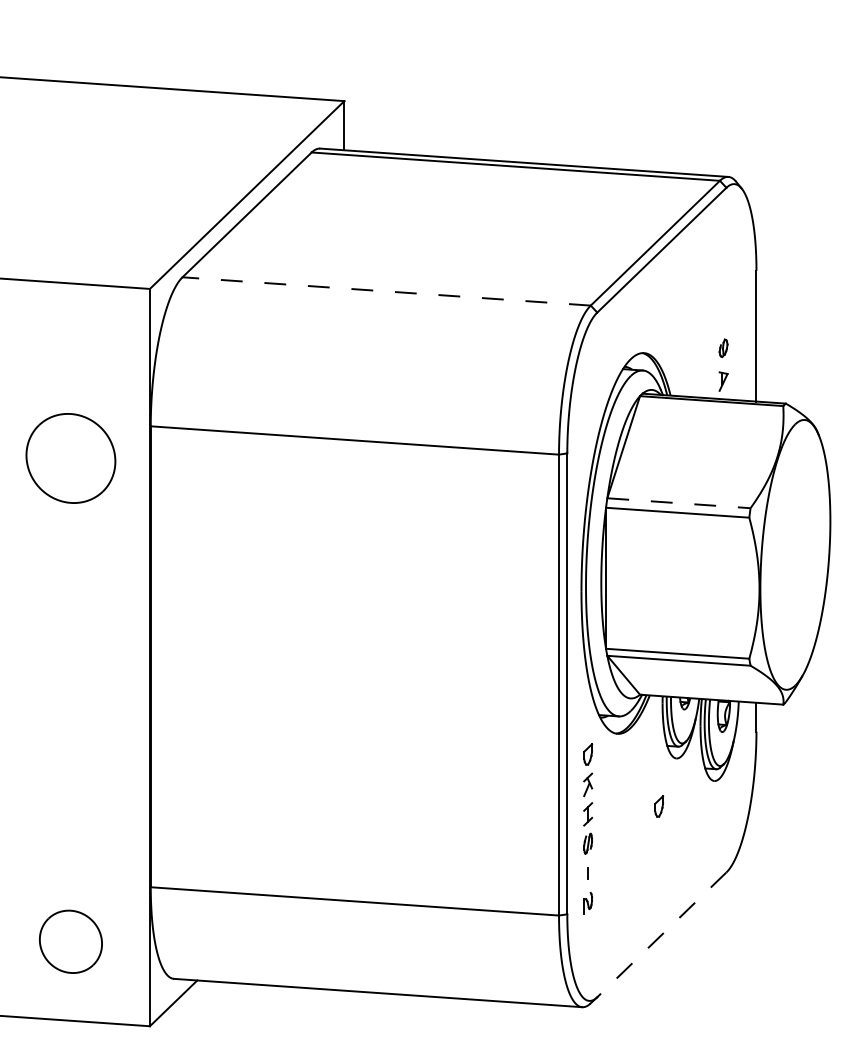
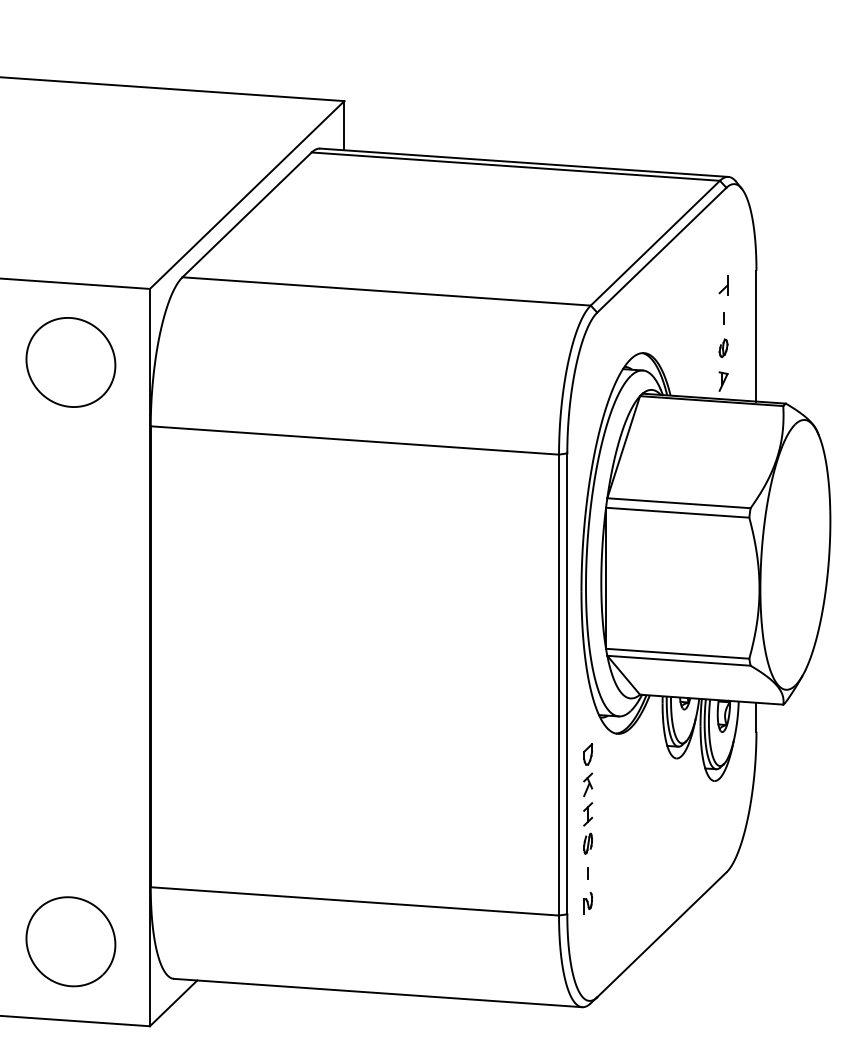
part at (723, 285): none -> present
line at (386, 291): dashed -> solid
line at (723, 318): none -> present
part at (70, 458) position: (70, 458) -> (70, 362)
line at (678, 503): dashed -> solid
part at (659, 806): present -> none
line at (661, 934): dashed -> solid
part at (70, 941) size: 64x65 px -> 92x92 px
